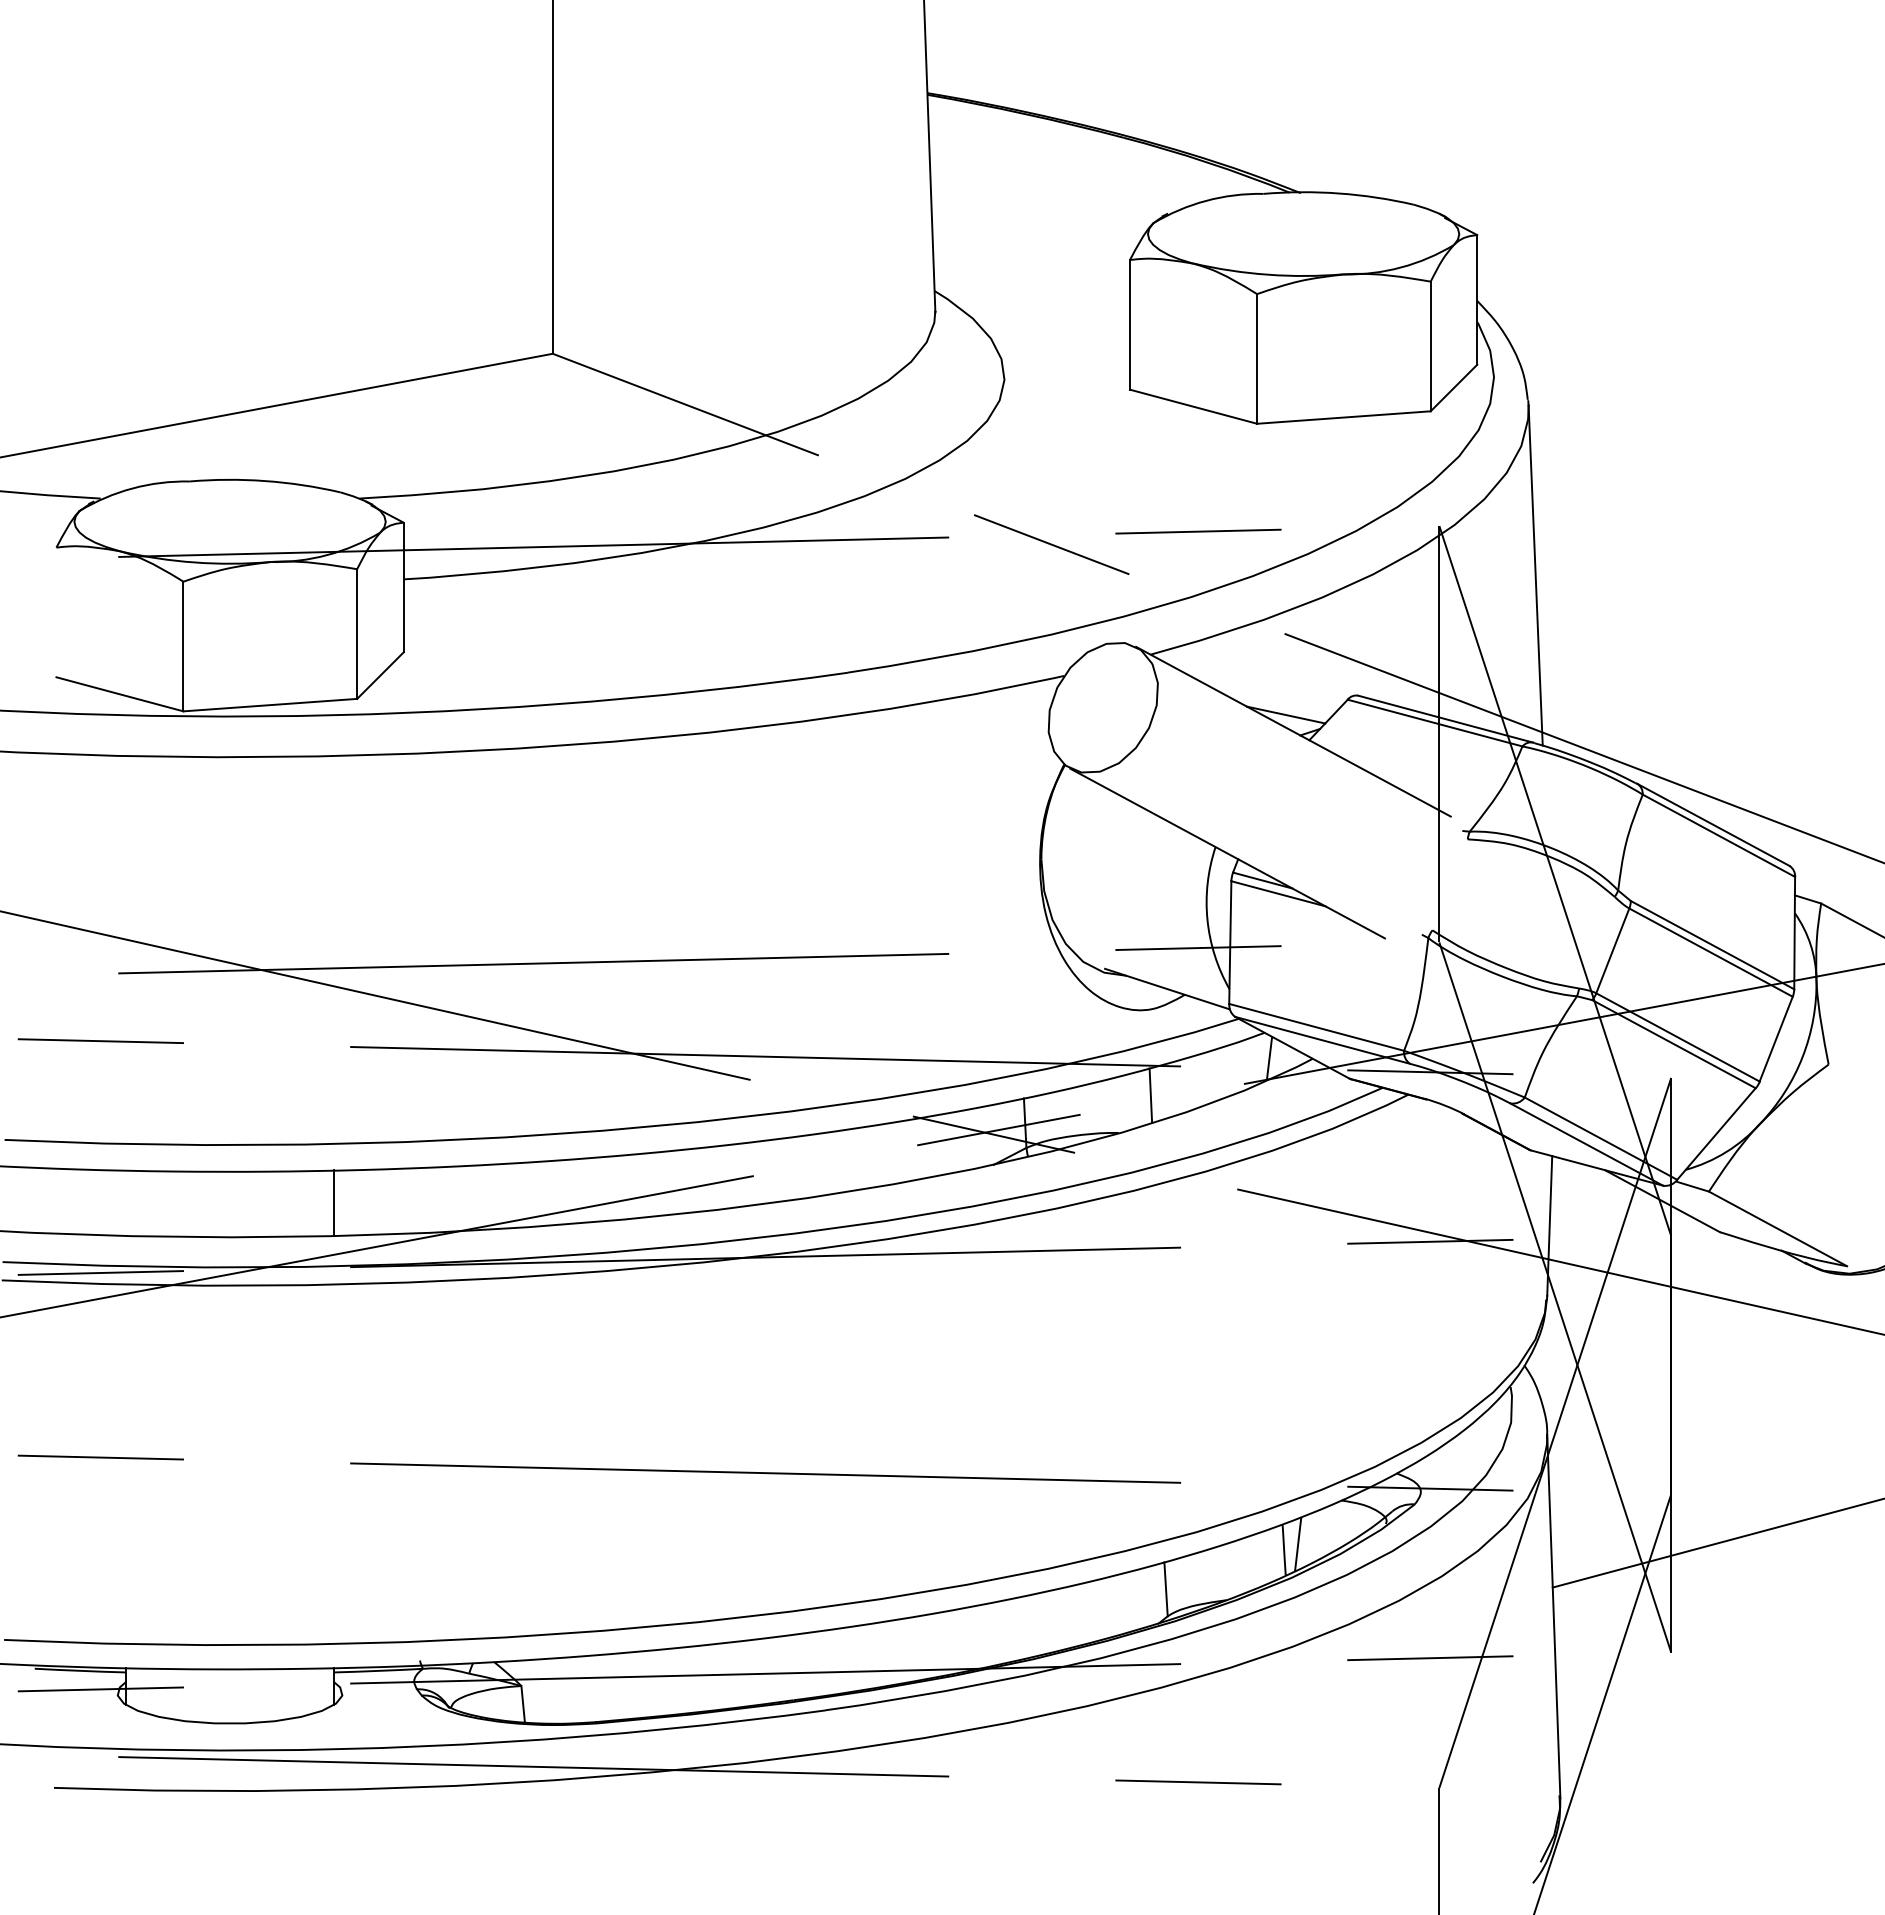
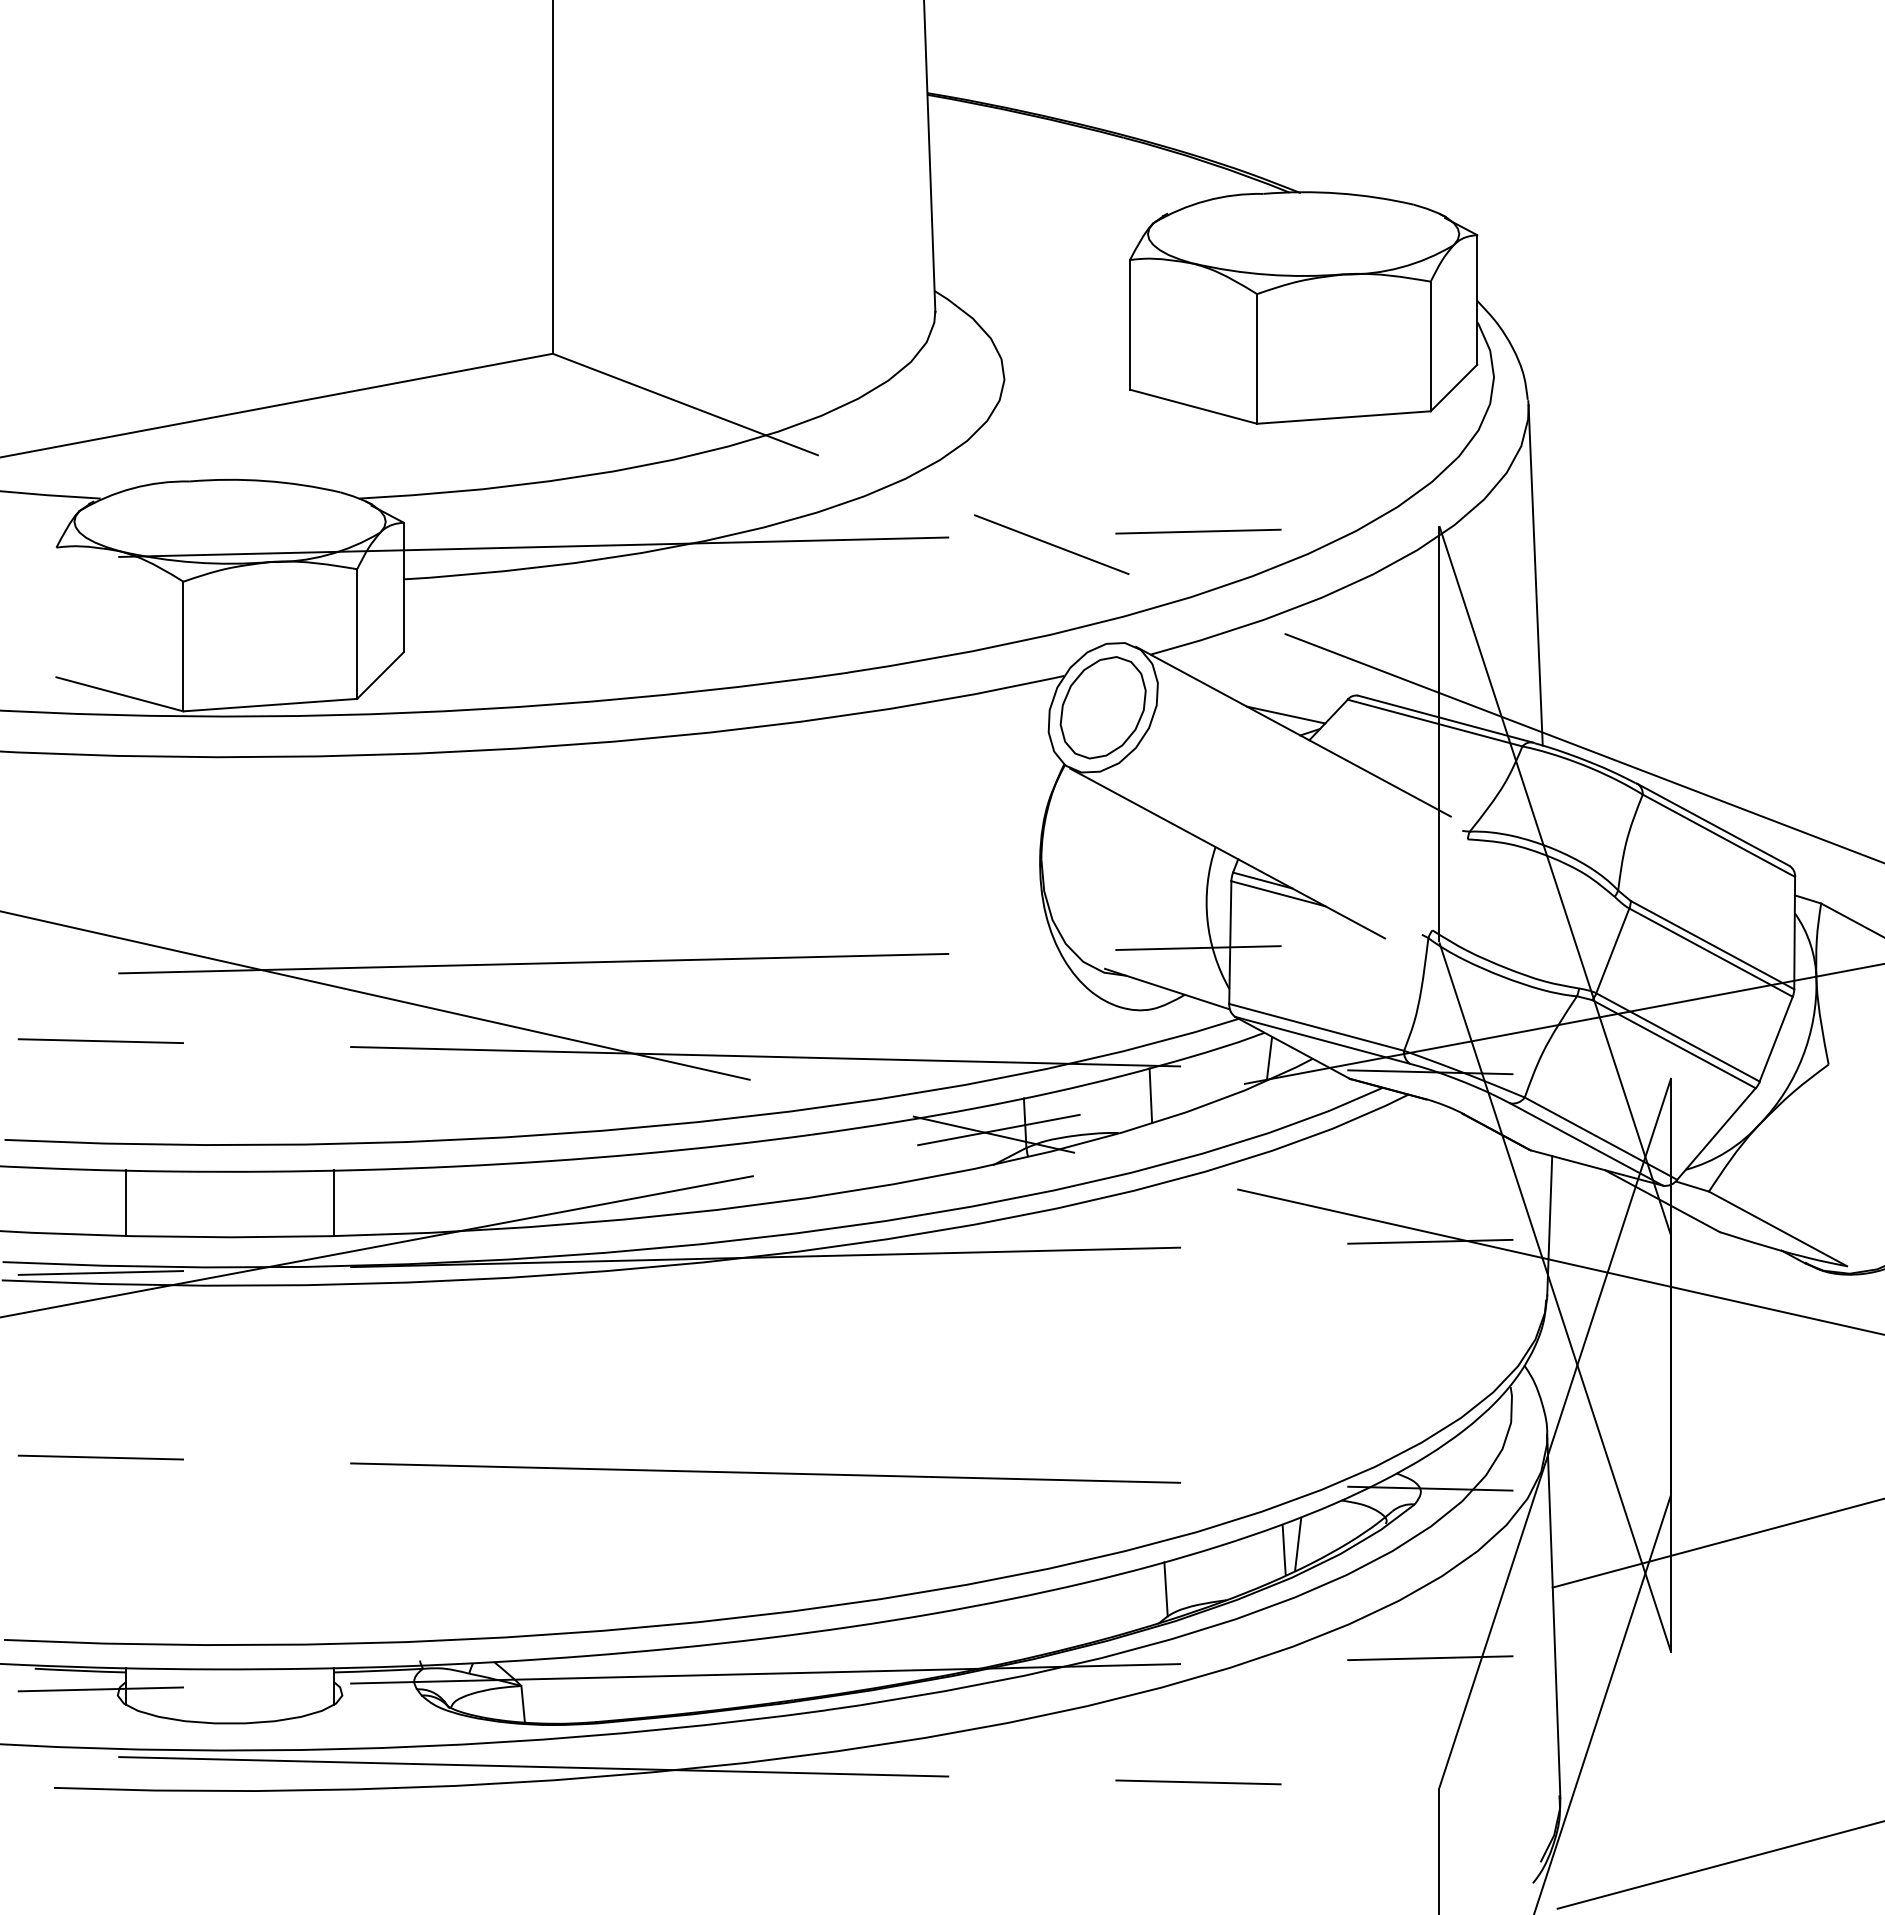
part at (1102, 707): none -> present
line at (126, 1202): none -> present
line at (1719, 1864): none -> present
